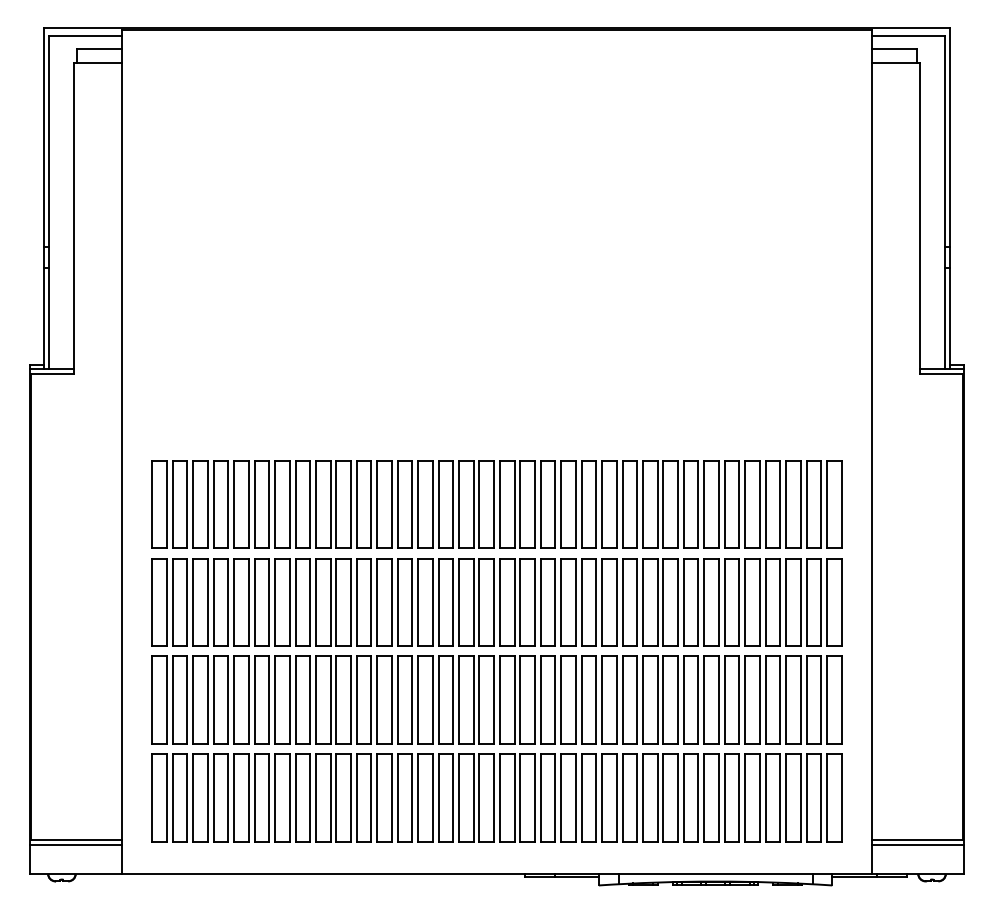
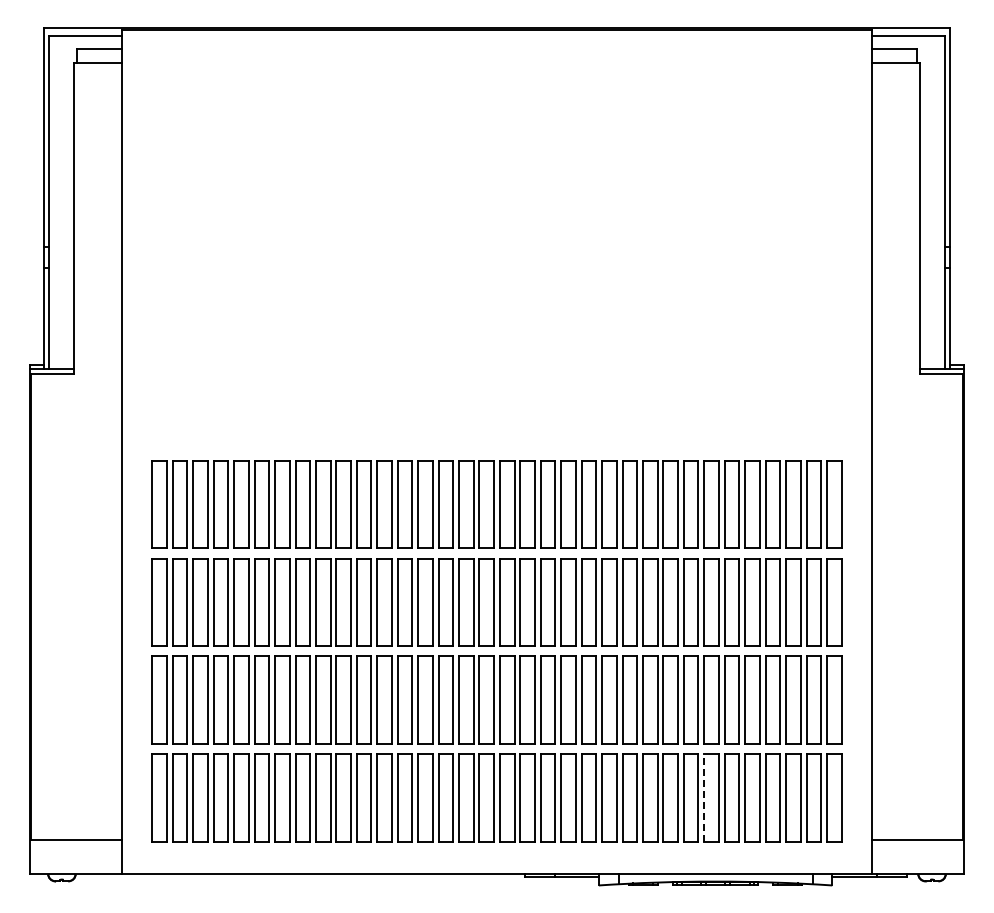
line at (704, 798): solid -> dashed
line at (75, 844): present -> none
line at (918, 844): present -> none
